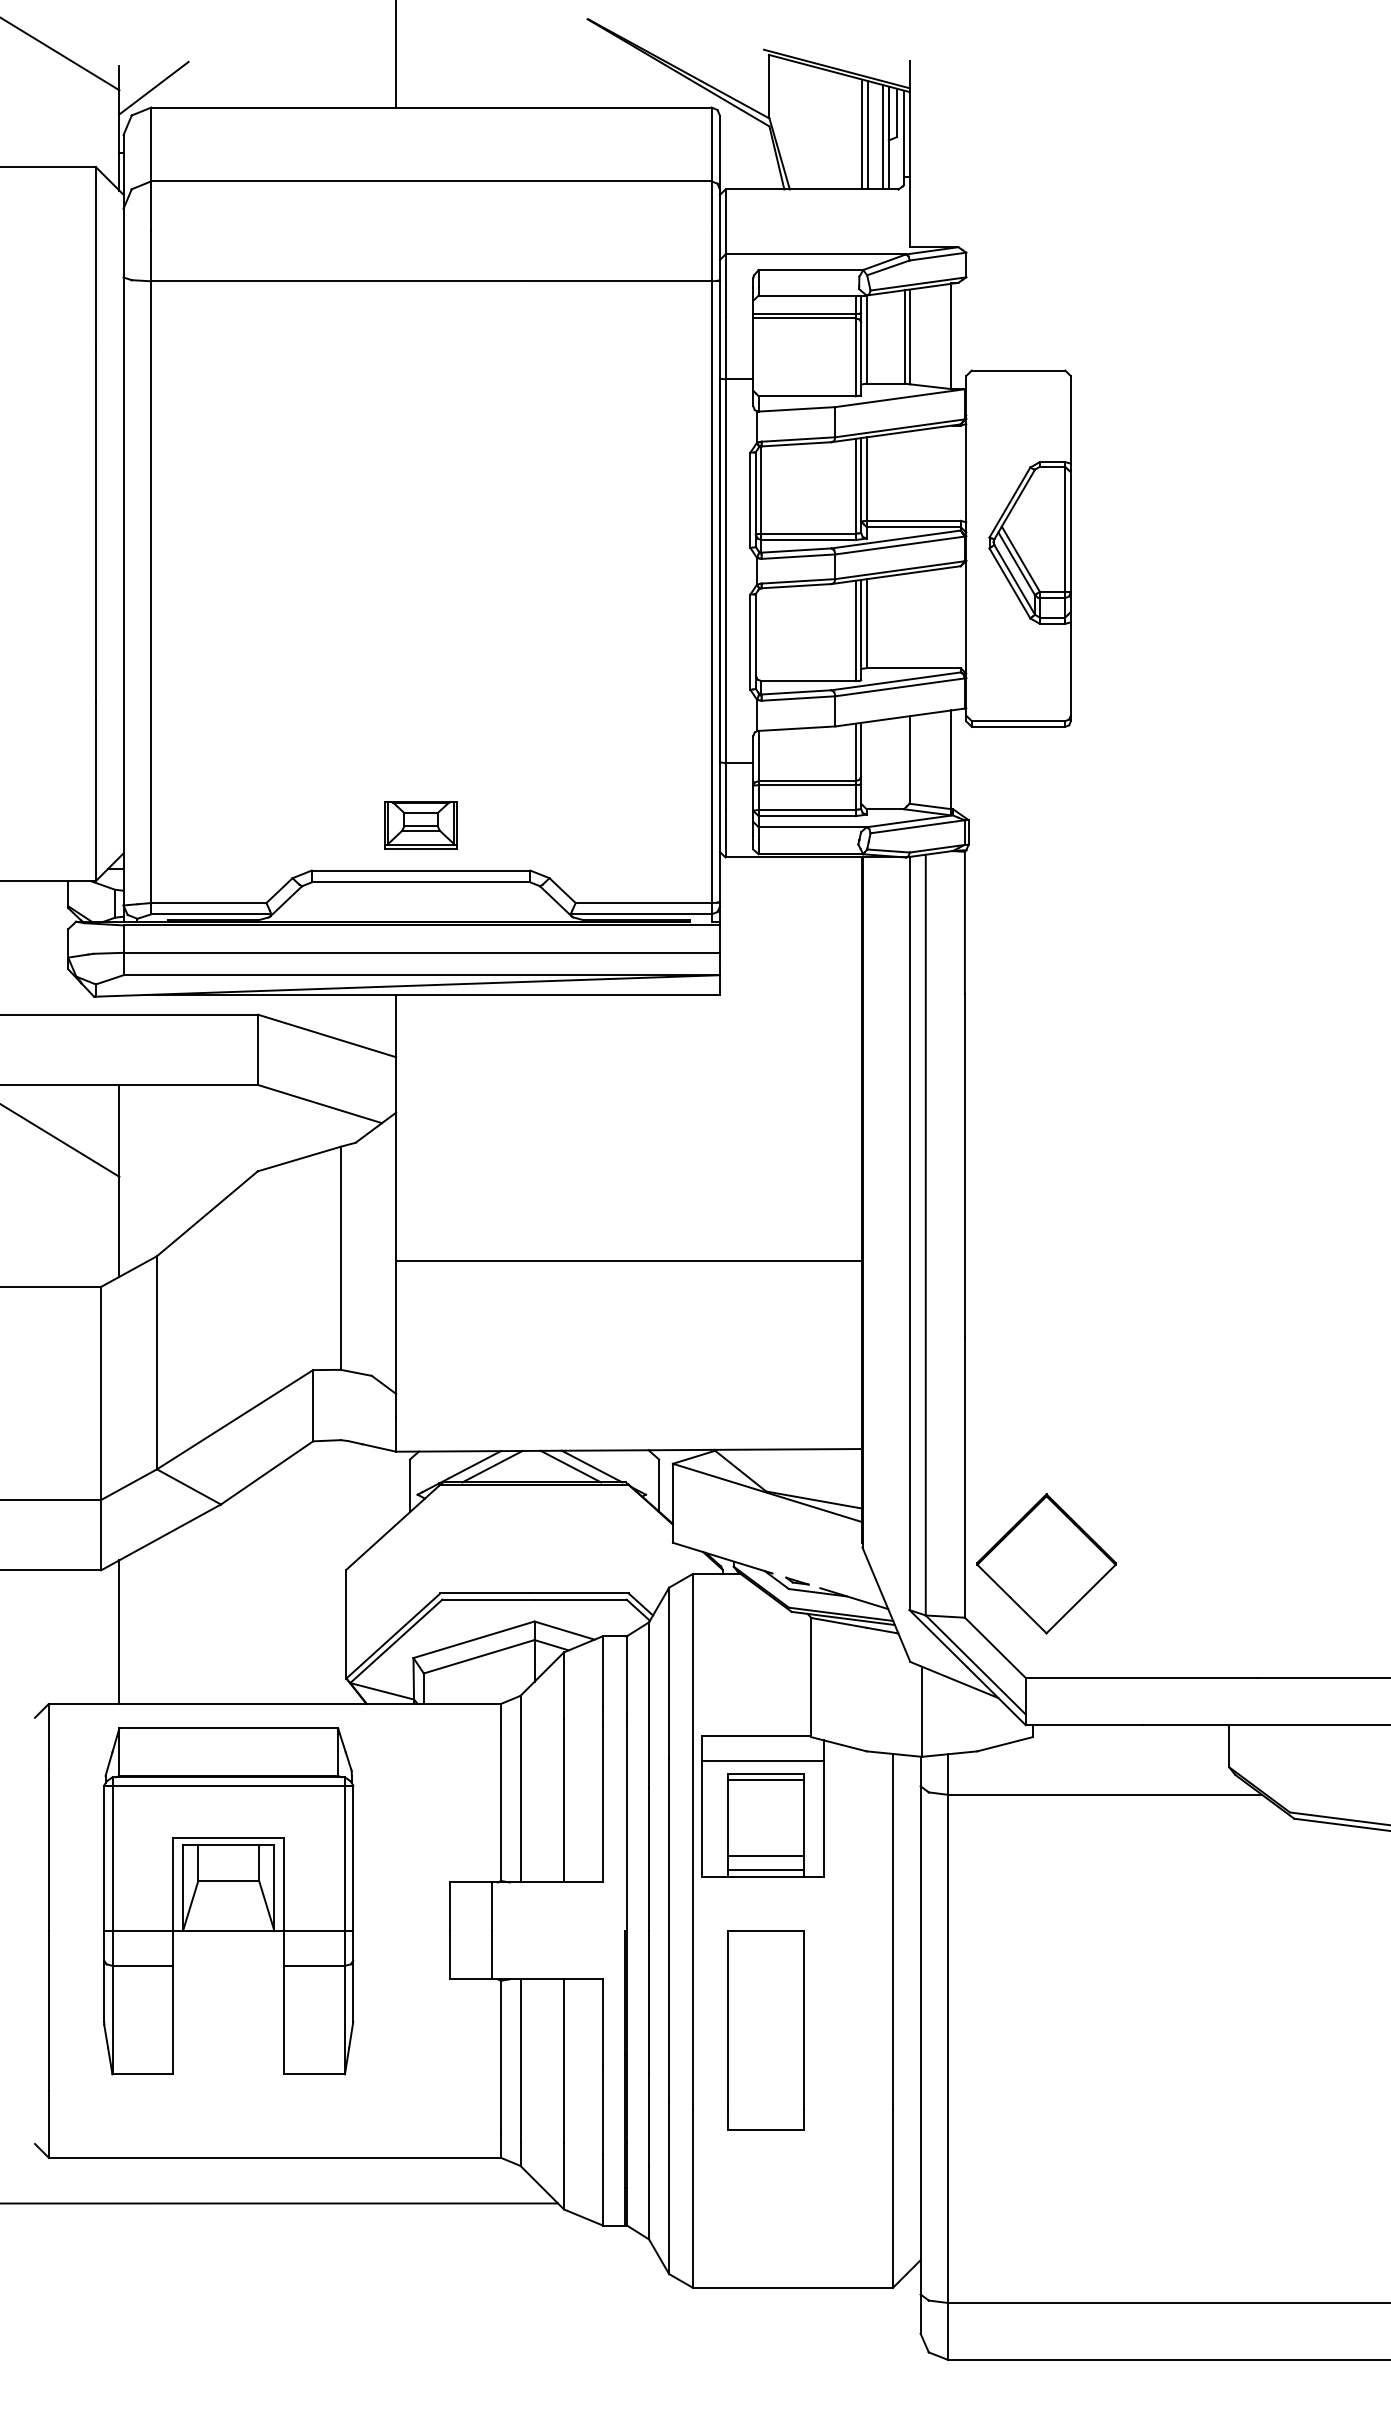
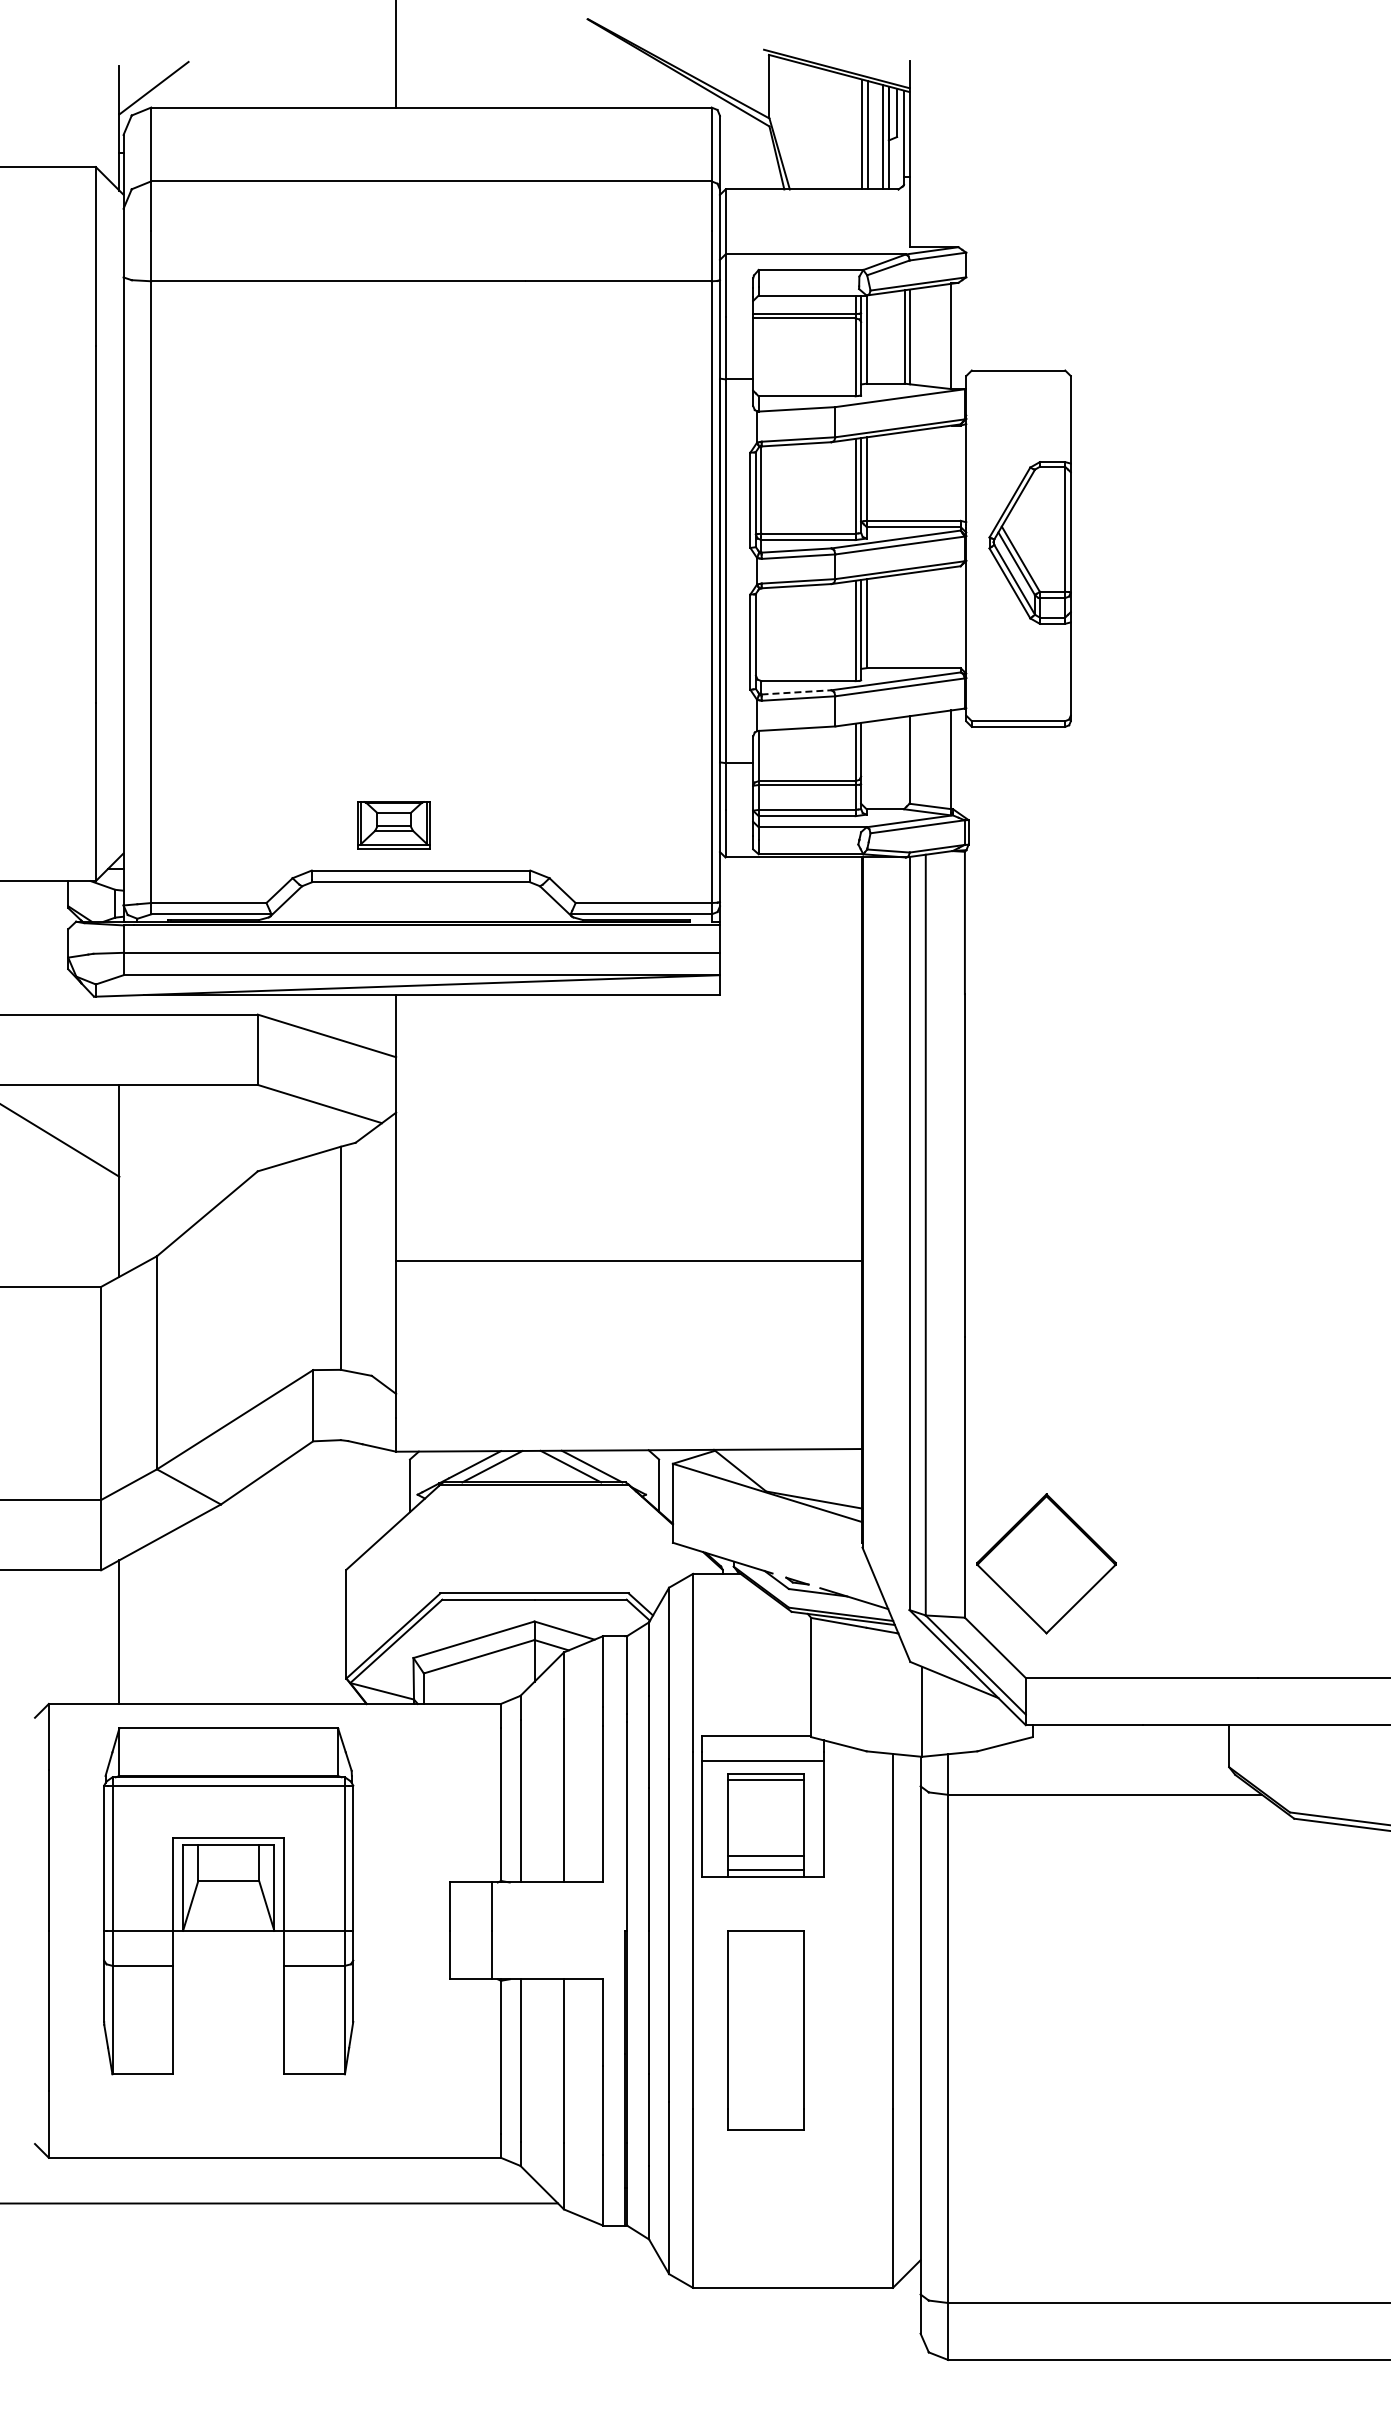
line at (60, 54): present -> none
line at (796, 692): solid -> dashed
part at (420, 825) position: (420, 825) -> (393, 825)
